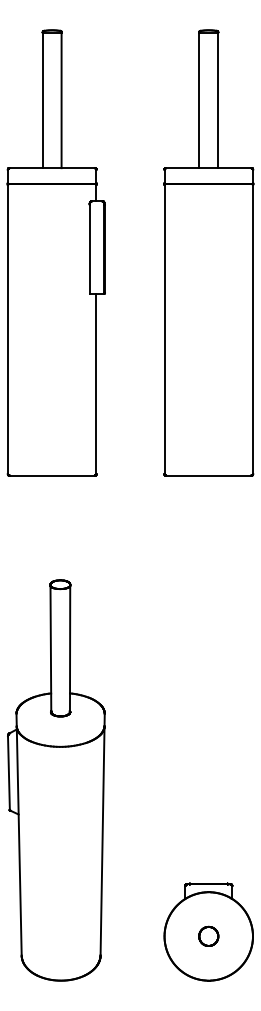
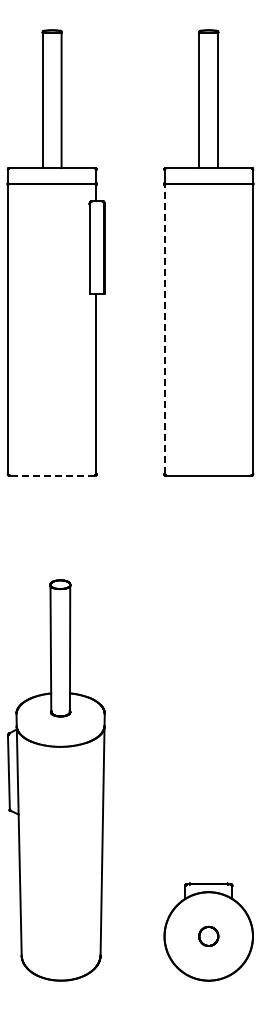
line at (164, 329): solid -> dashed
line at (52, 475): solid -> dashed
